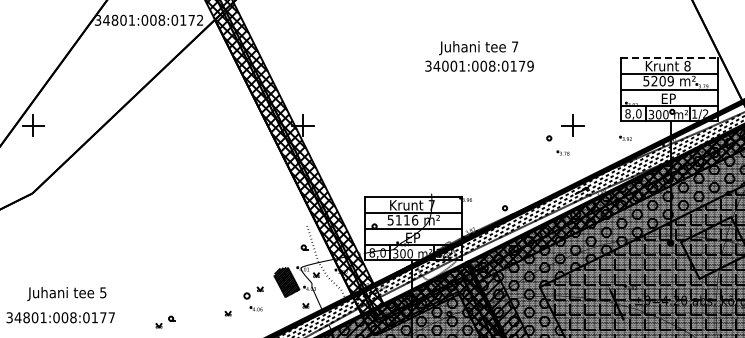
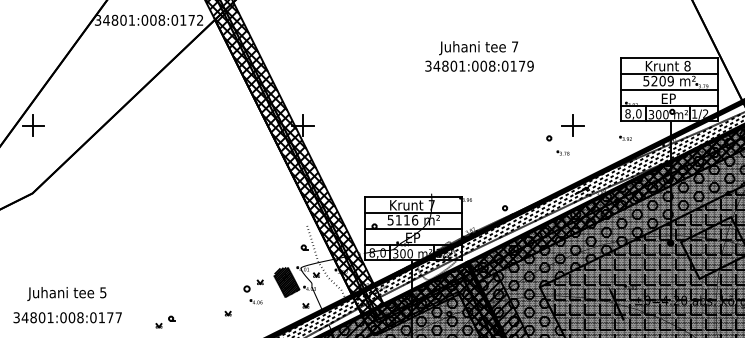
line at (669, 57): dashed -> solid
text at (445, 66): 34001:008:0179 -> 34801:008:0179
part at (253, 298) position: (253, 298) -> (253, 291)
text at (60, 317) position: (60, 317) -> (67, 317)
